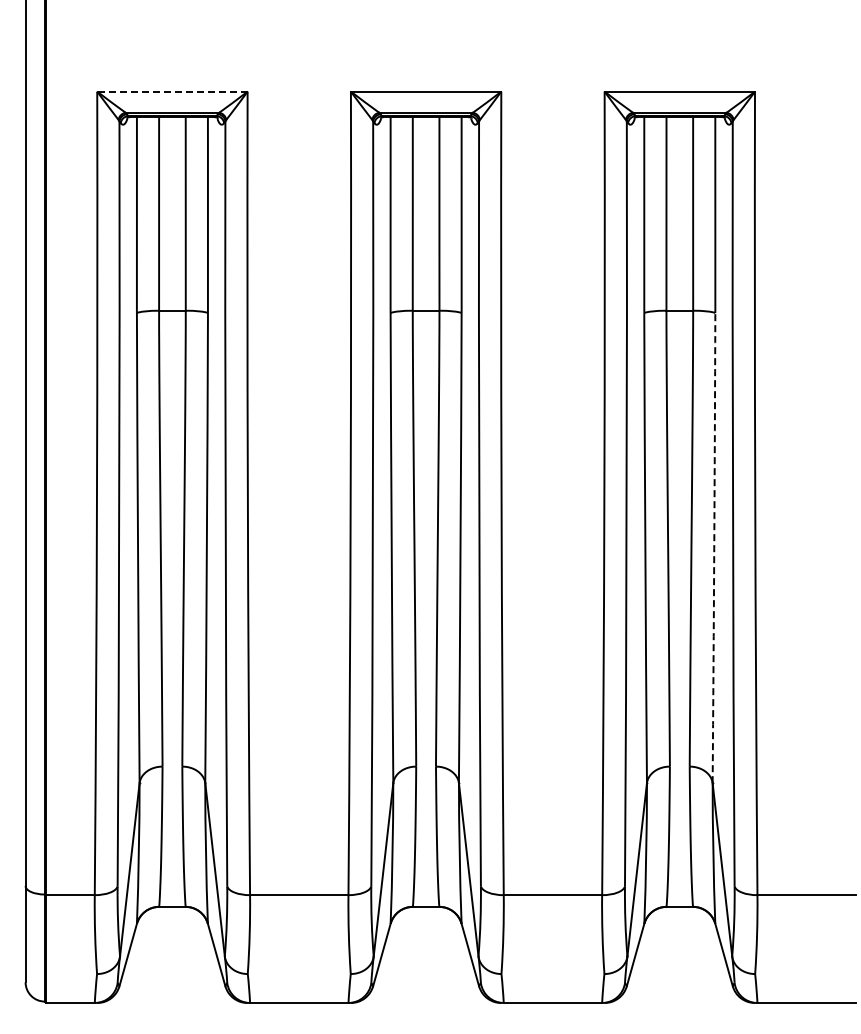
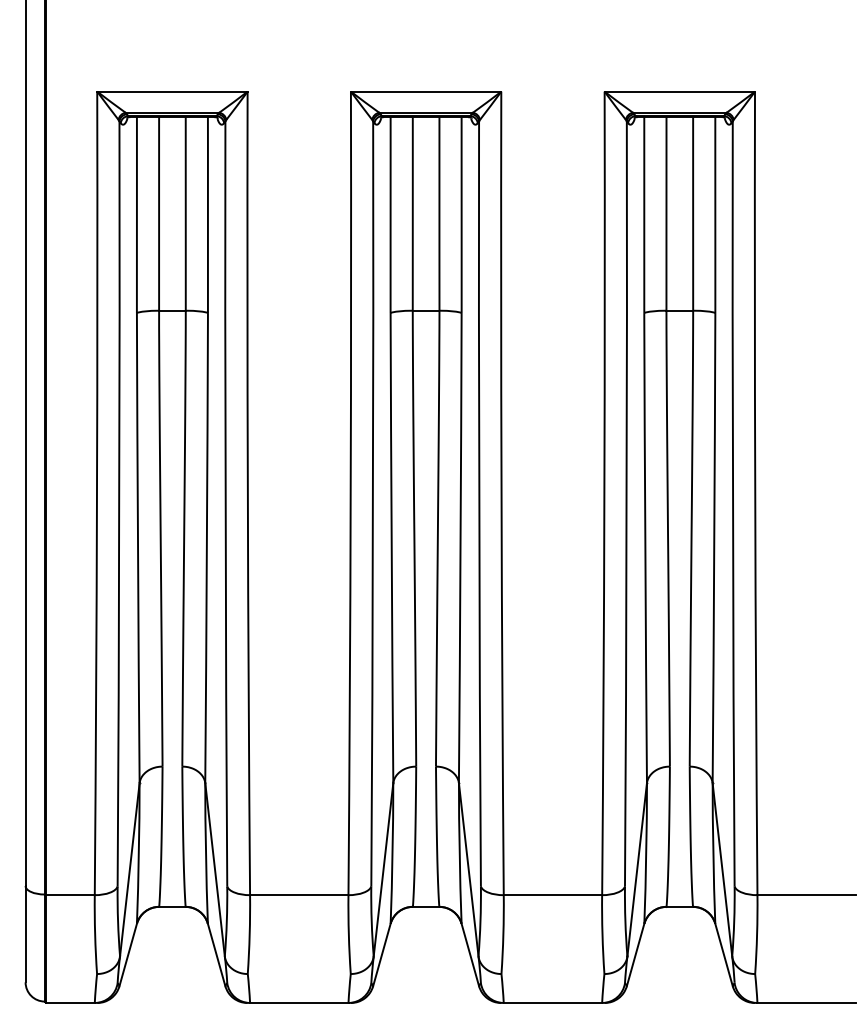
line at (171, 91): dashed -> solid
arc at (714, 548): dashed -> solid
